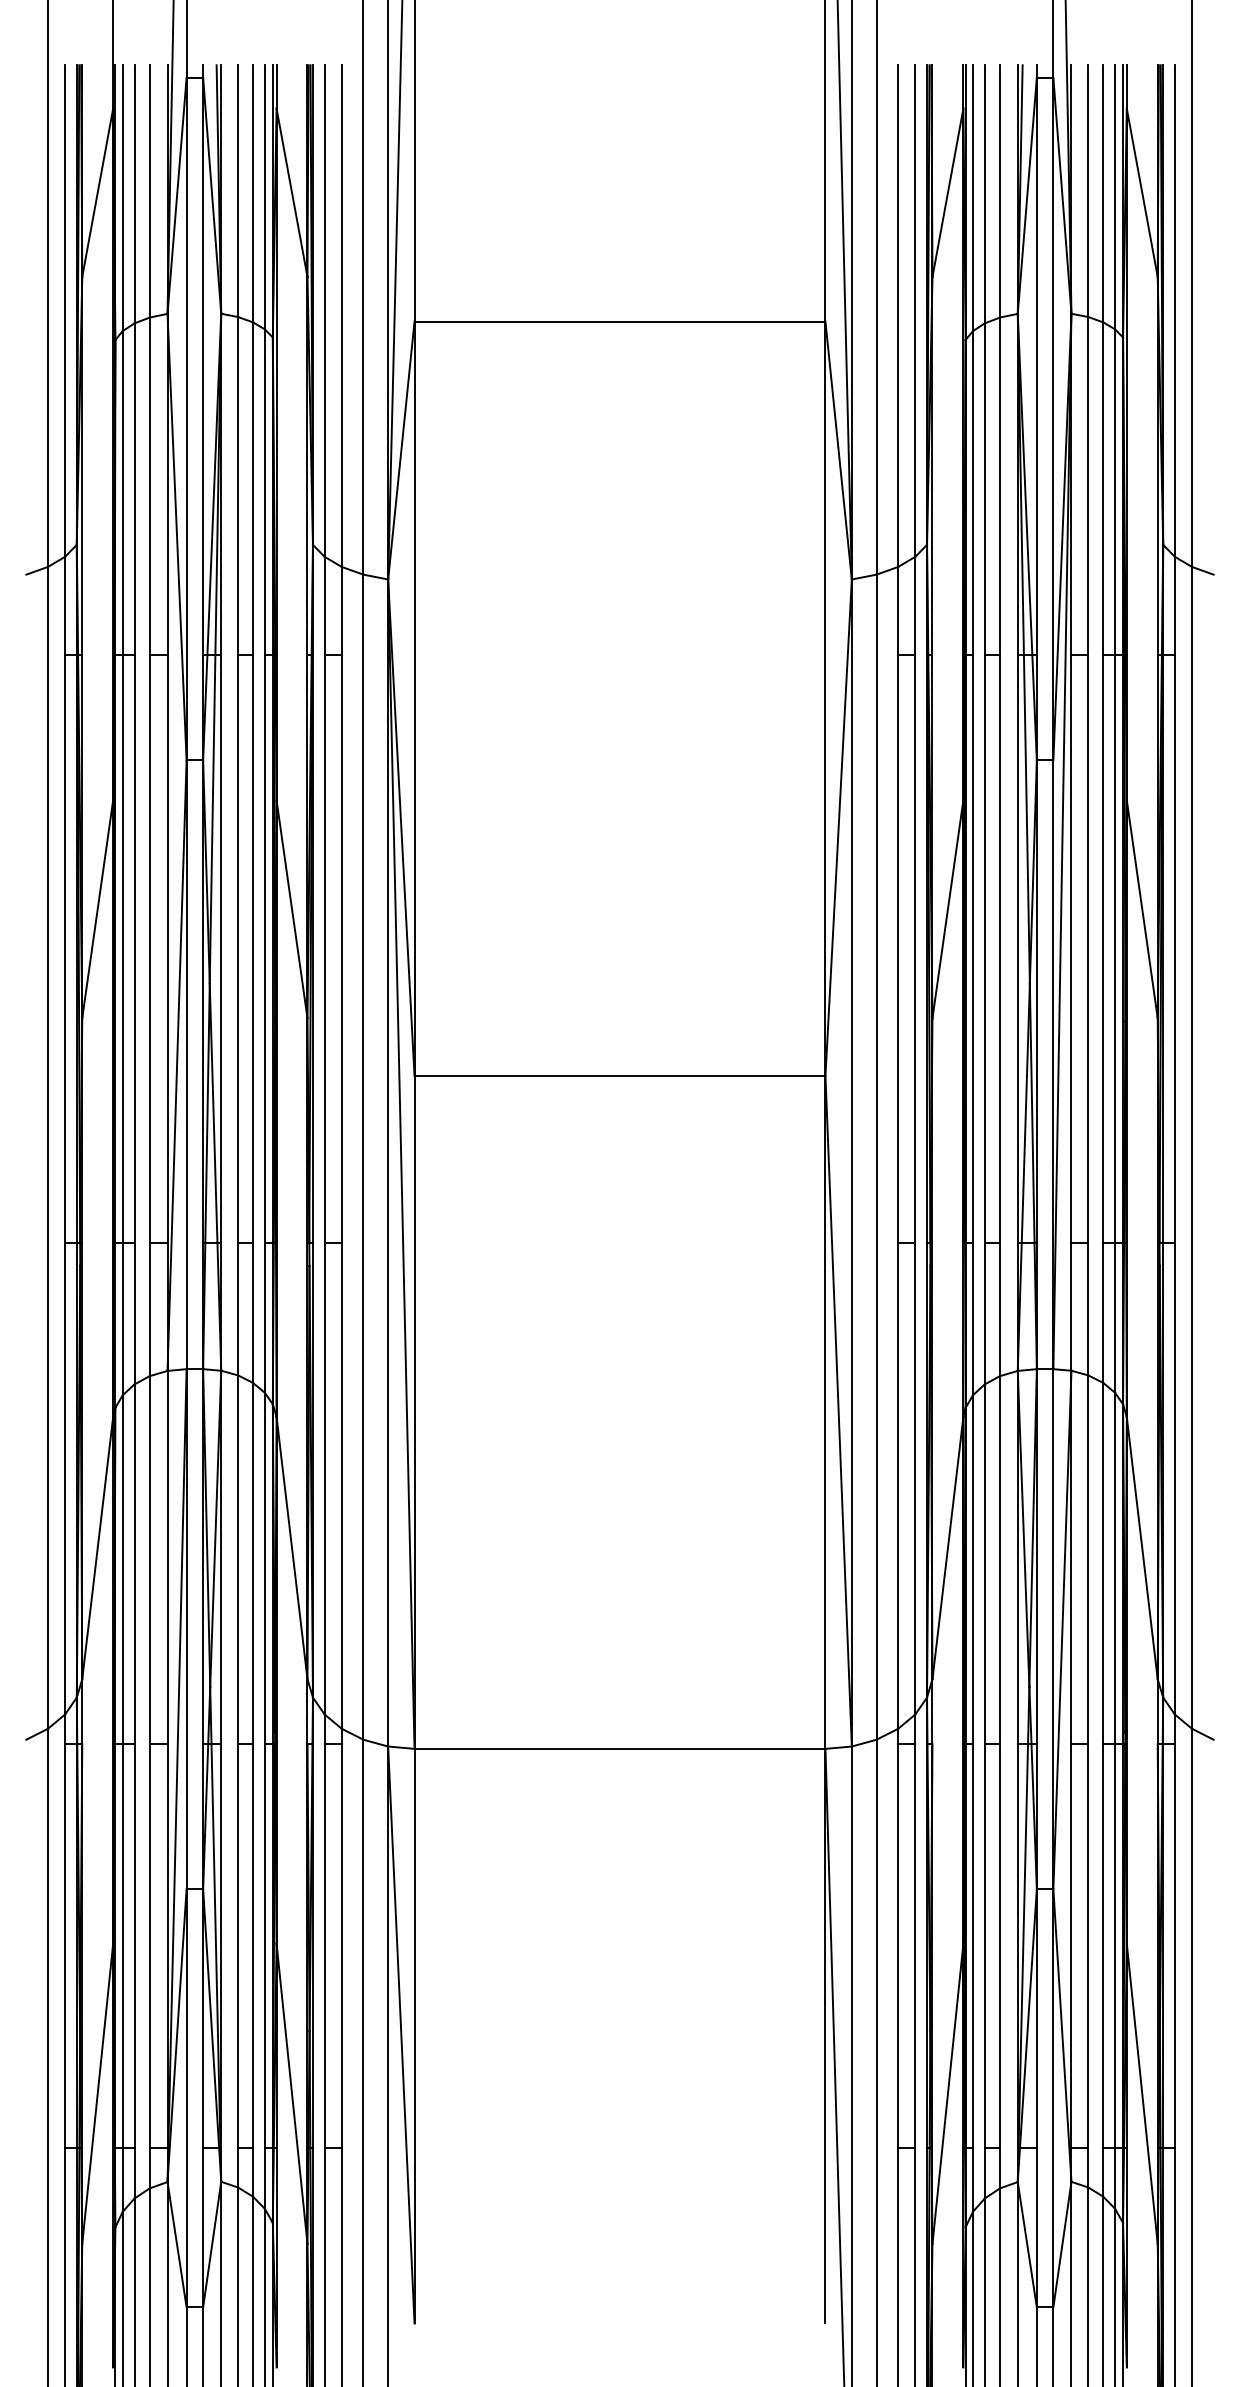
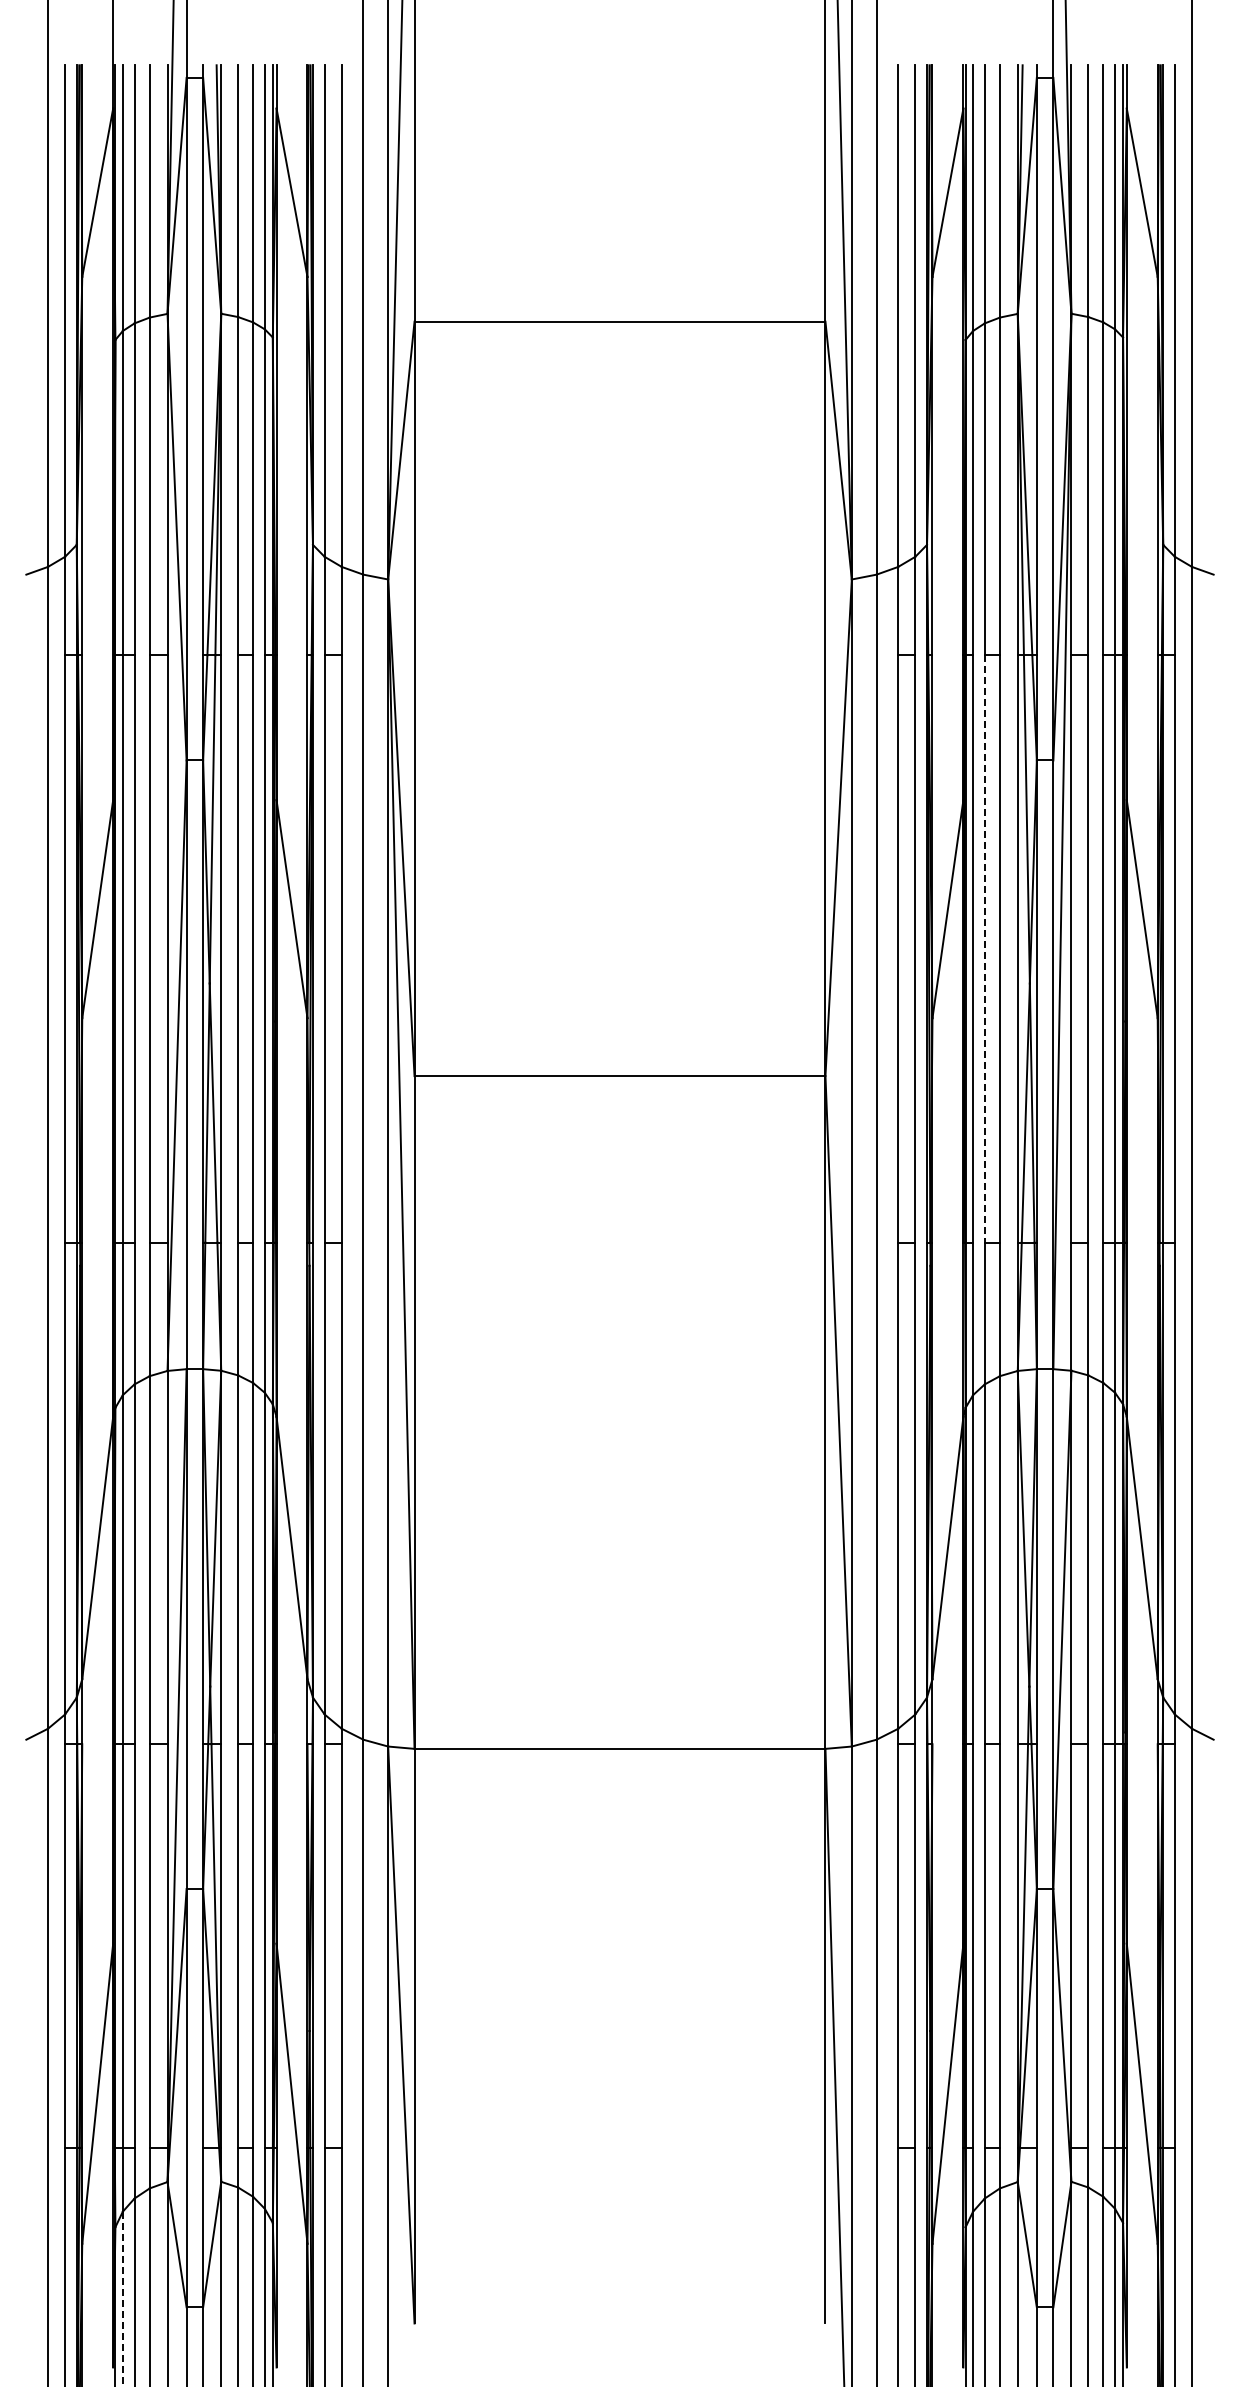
line at (984, 948): solid -> dashed
line at (122, 2299): solid -> dashed
